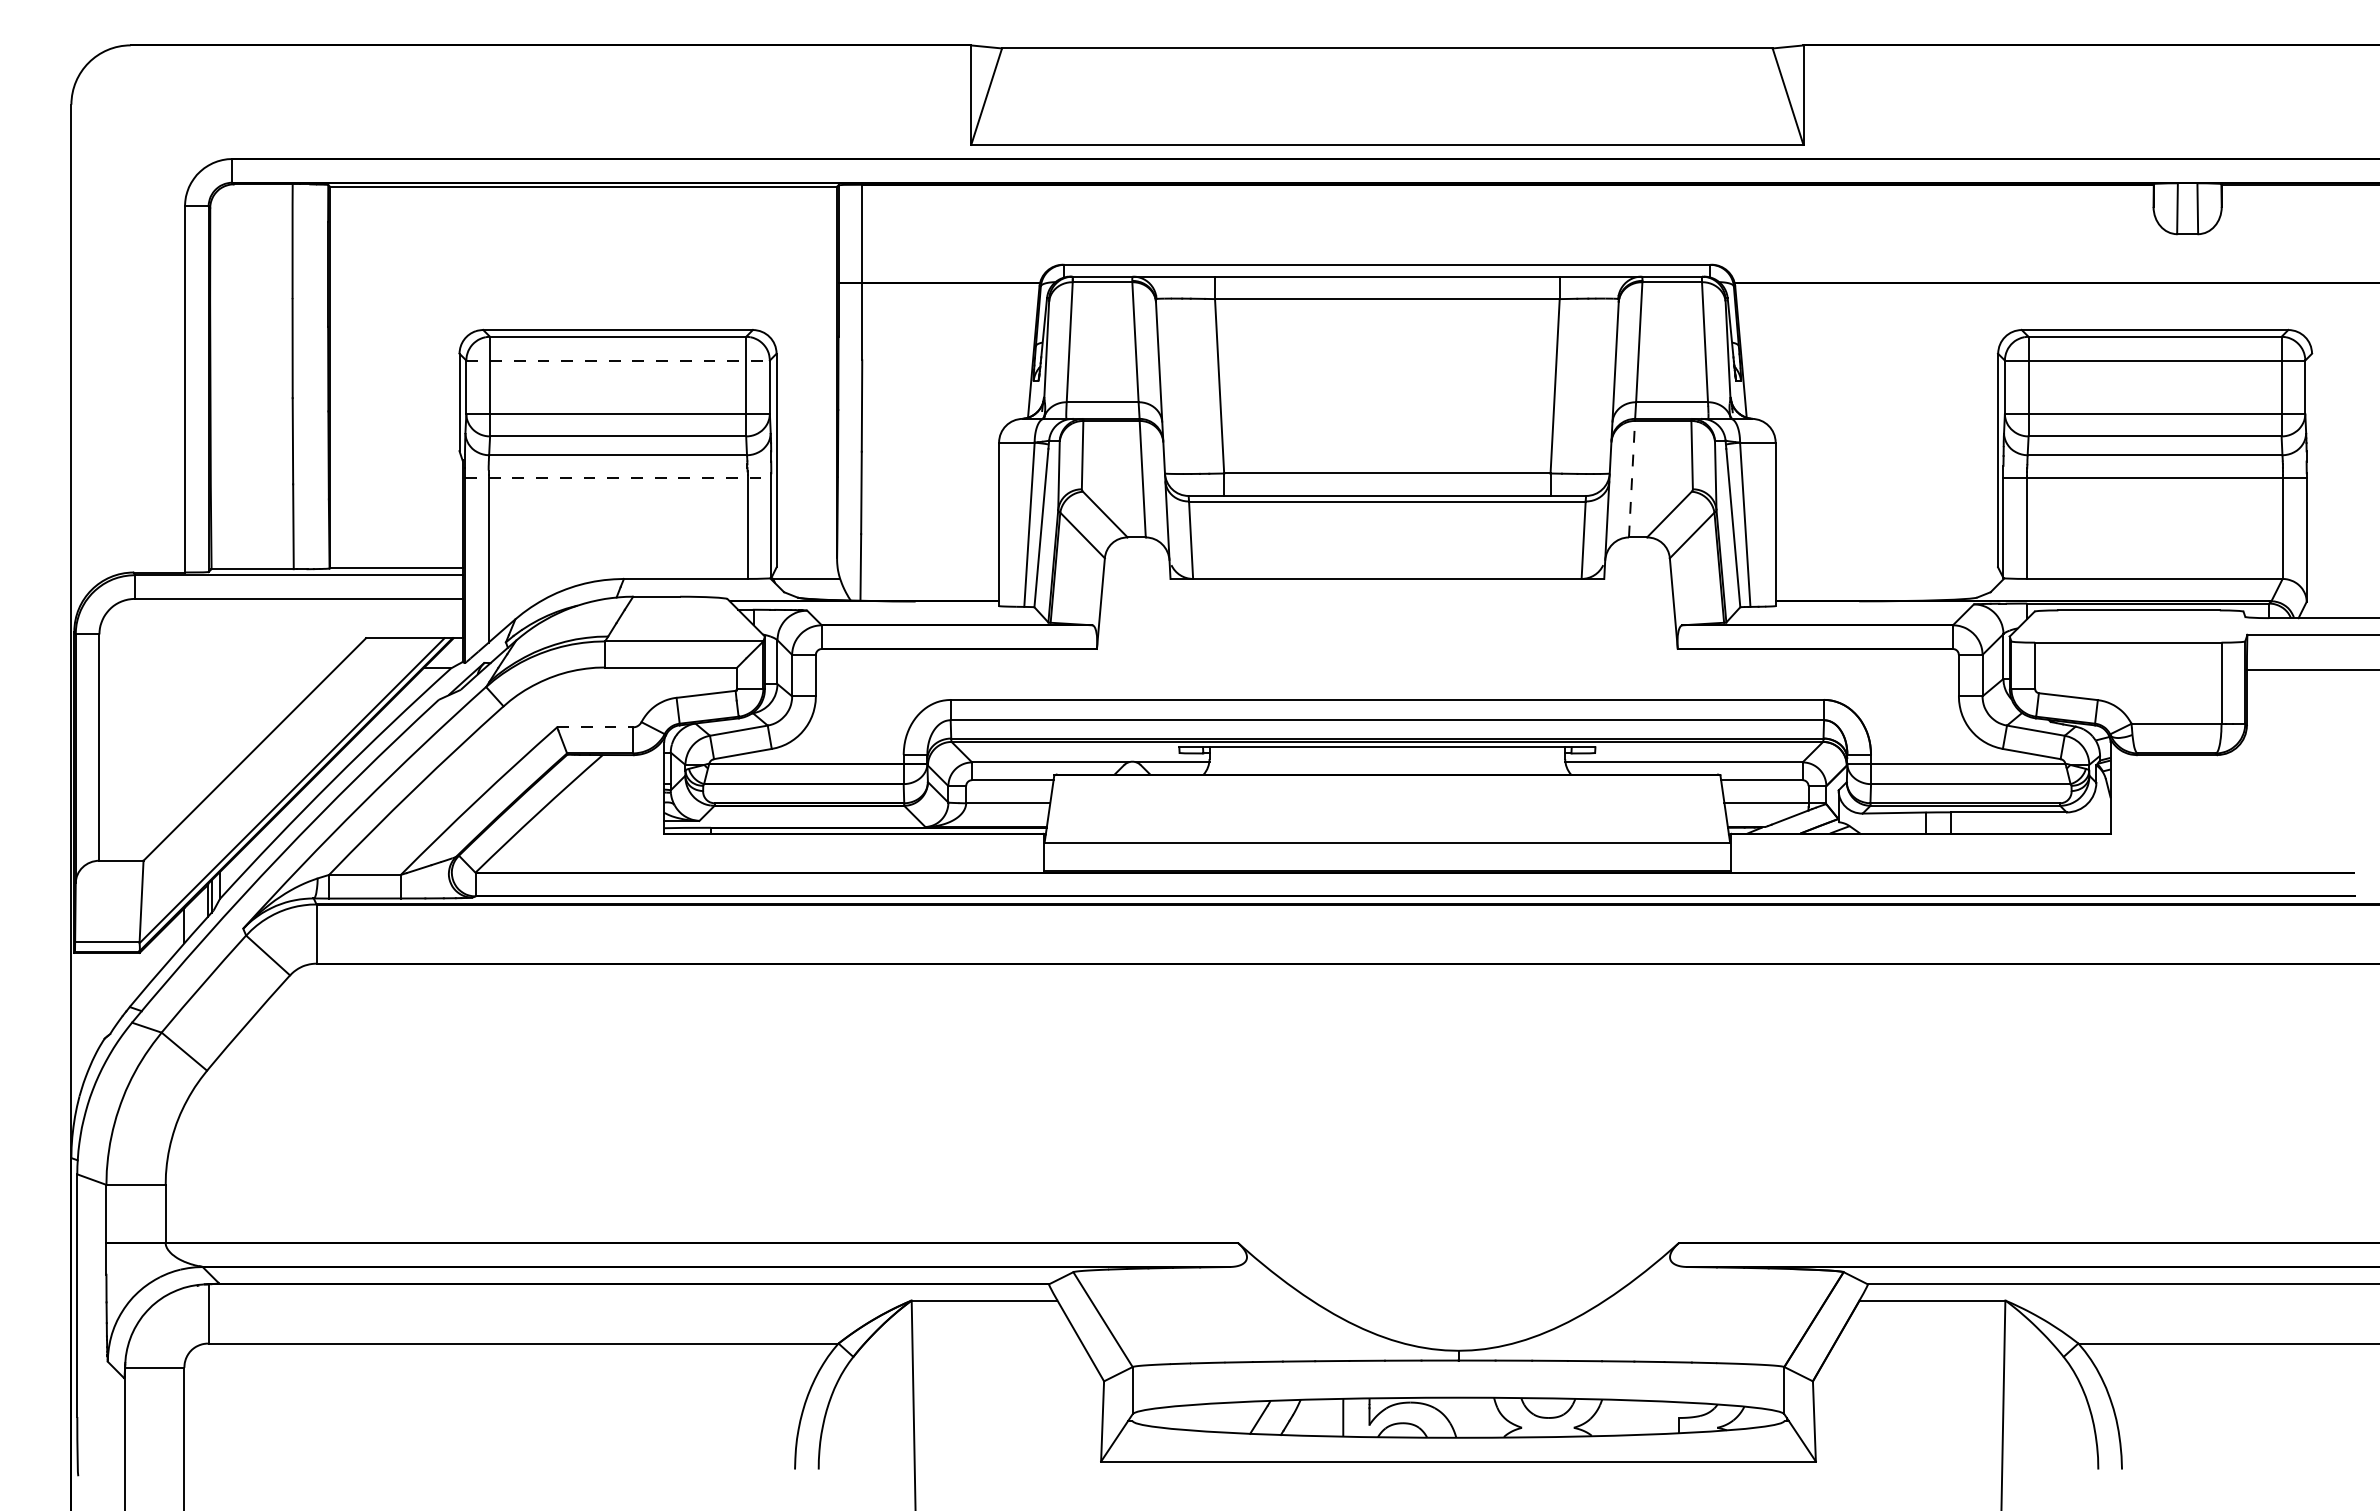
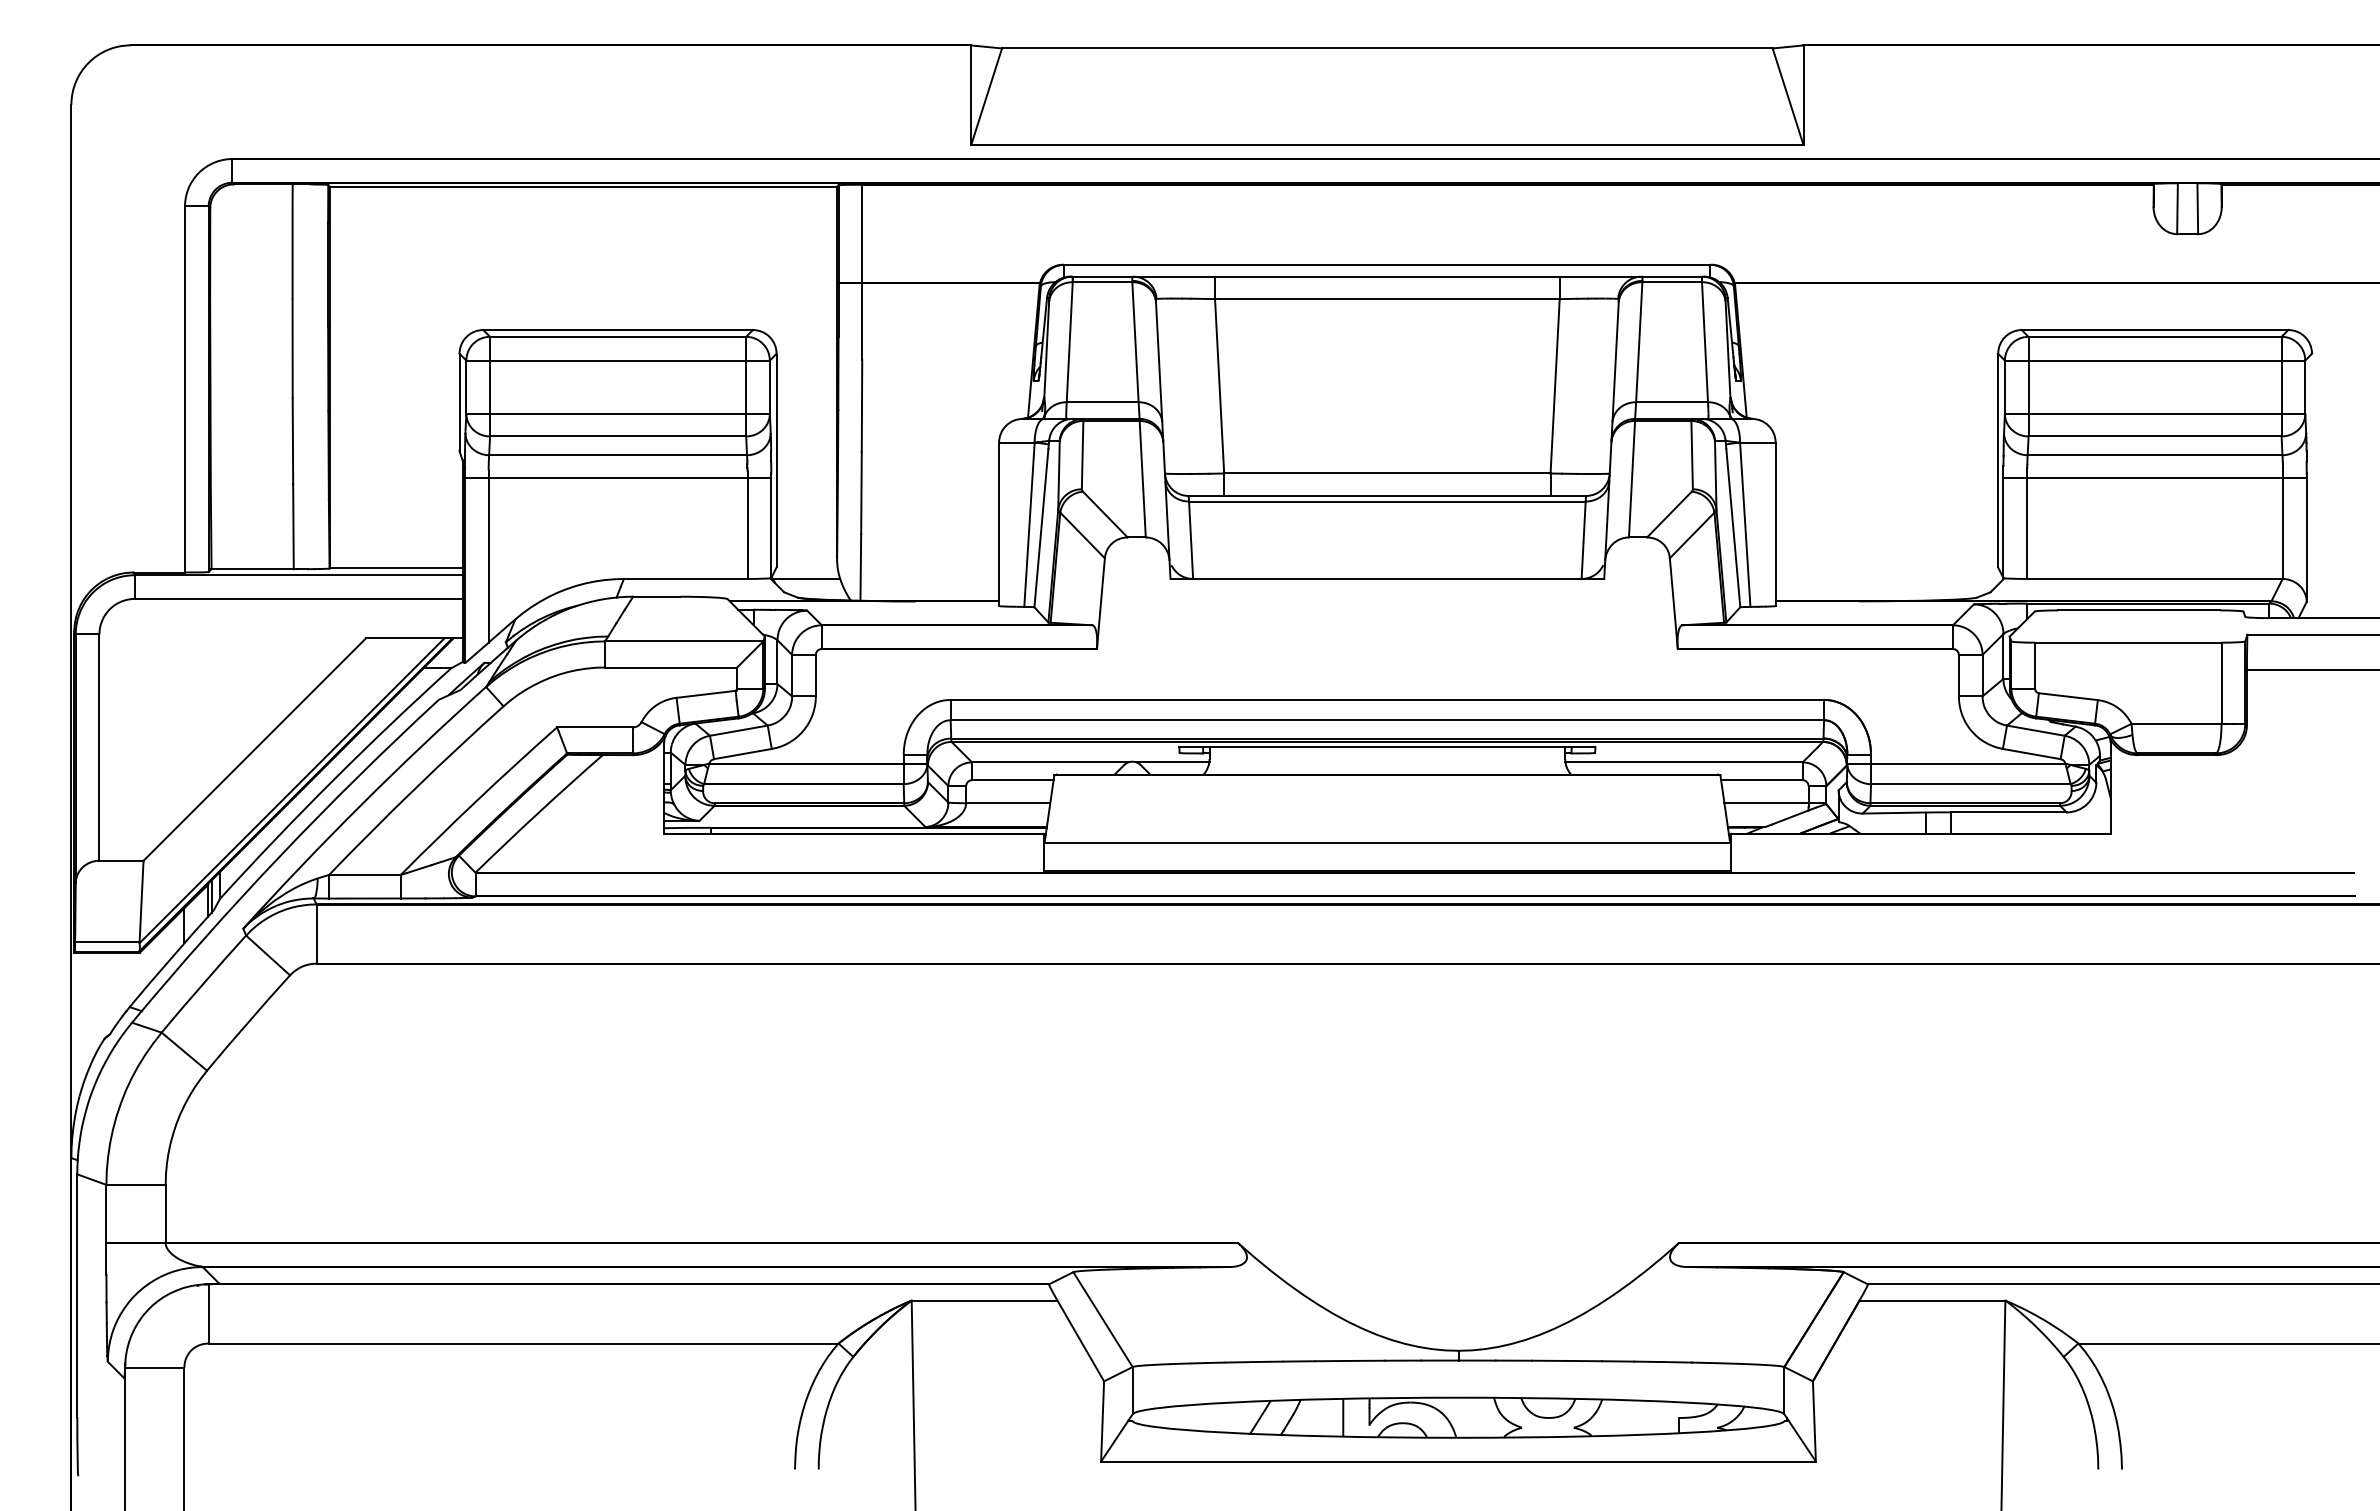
line at (618, 360): dashed -> solid
line at (618, 477): dashed -> solid
line at (1632, 478): dashed -> solid
line at (595, 727): dashed -> solid
